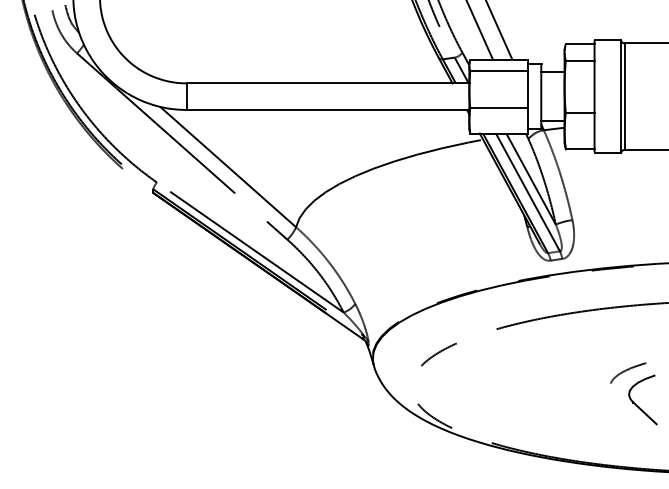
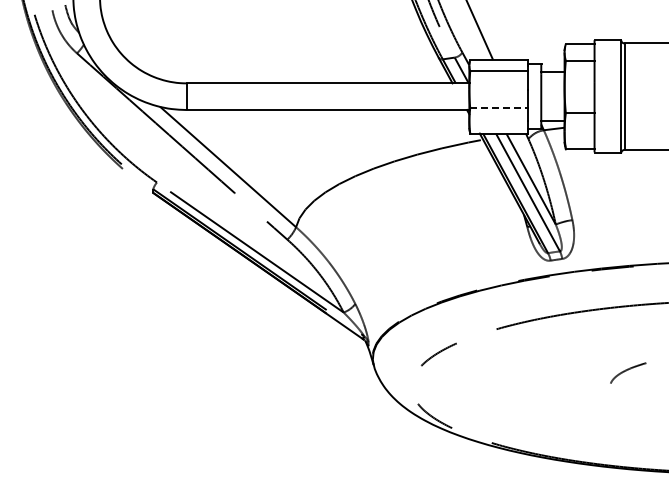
line at (499, 30): present -> none
line at (499, 108): solid -> dashed
part at (639, 406): present -> none
